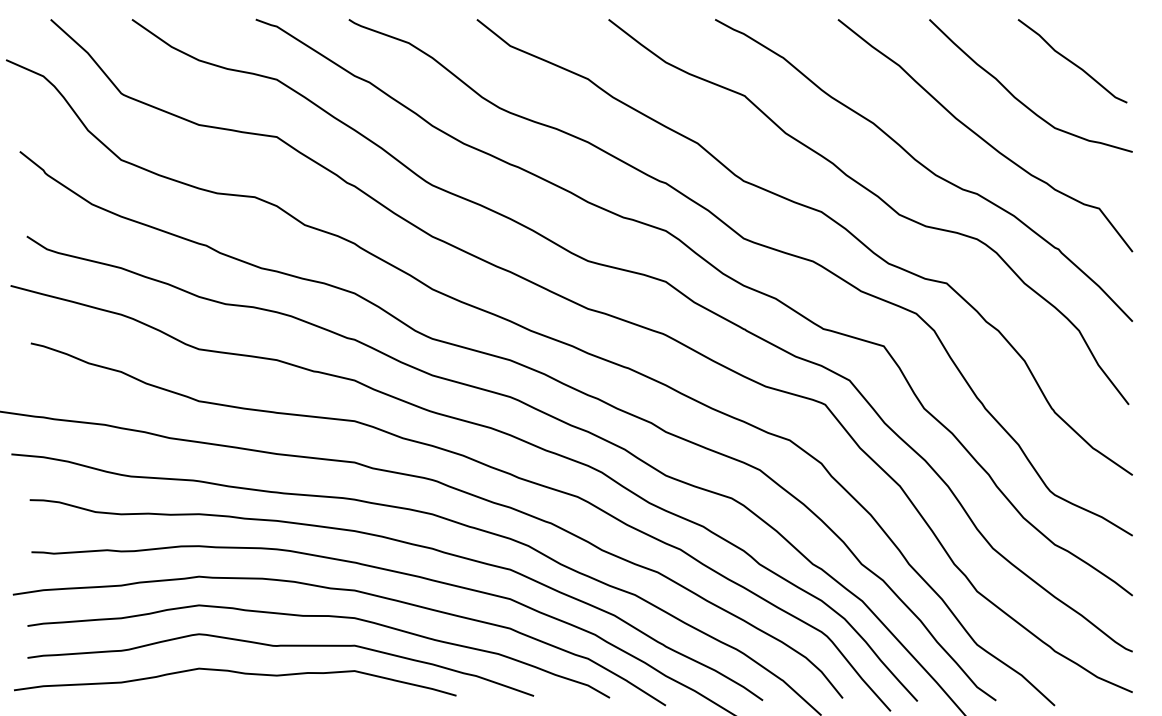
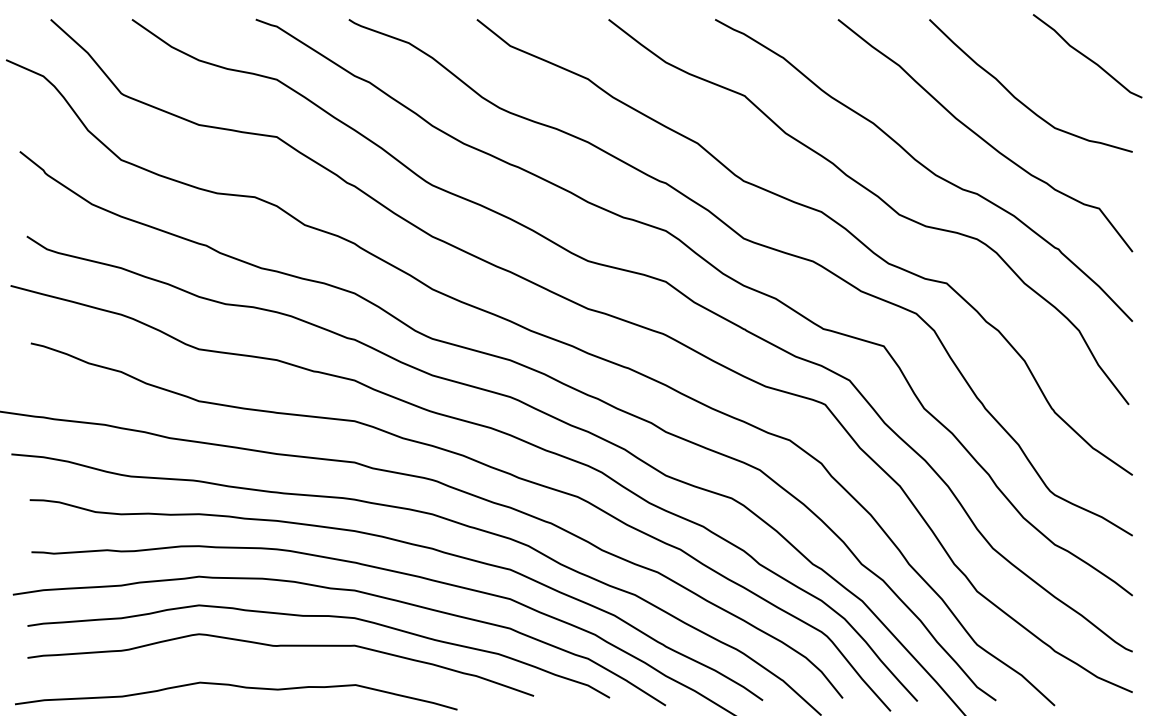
curve at (1072, 61) position: (1072, 61) -> (1087, 56)
curve at (236, 673) position: (236, 673) -> (237, 687)
